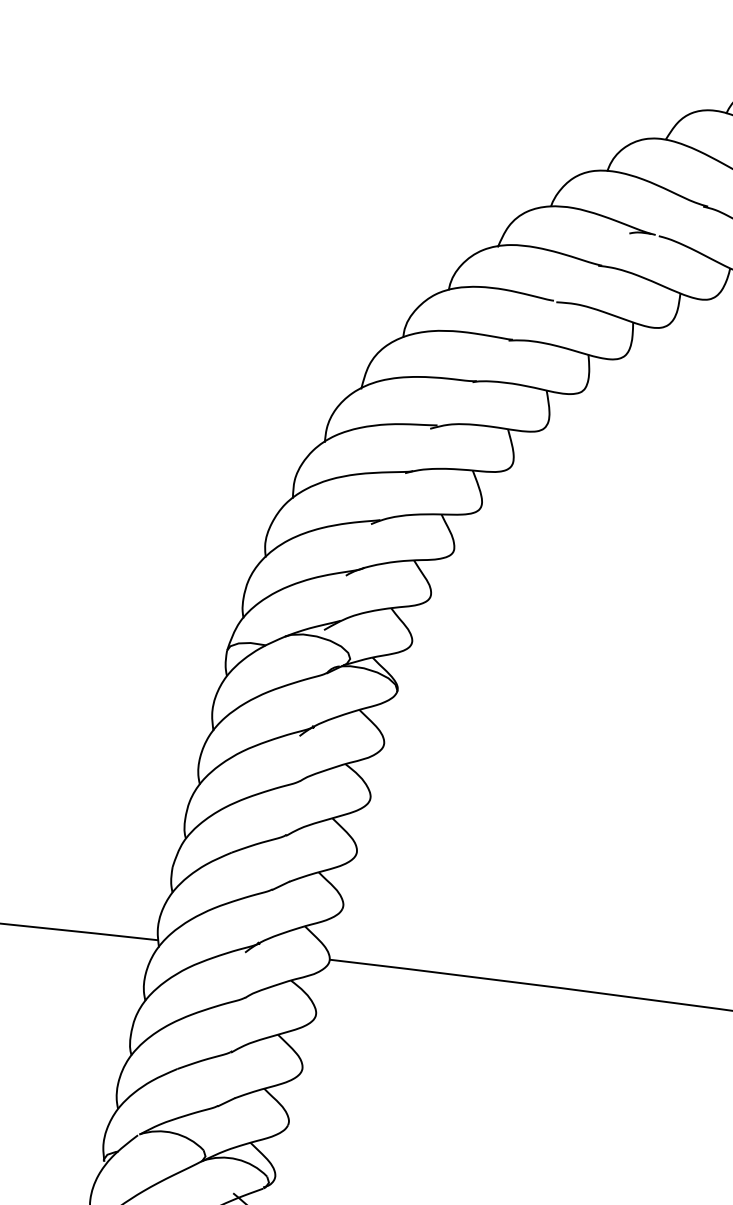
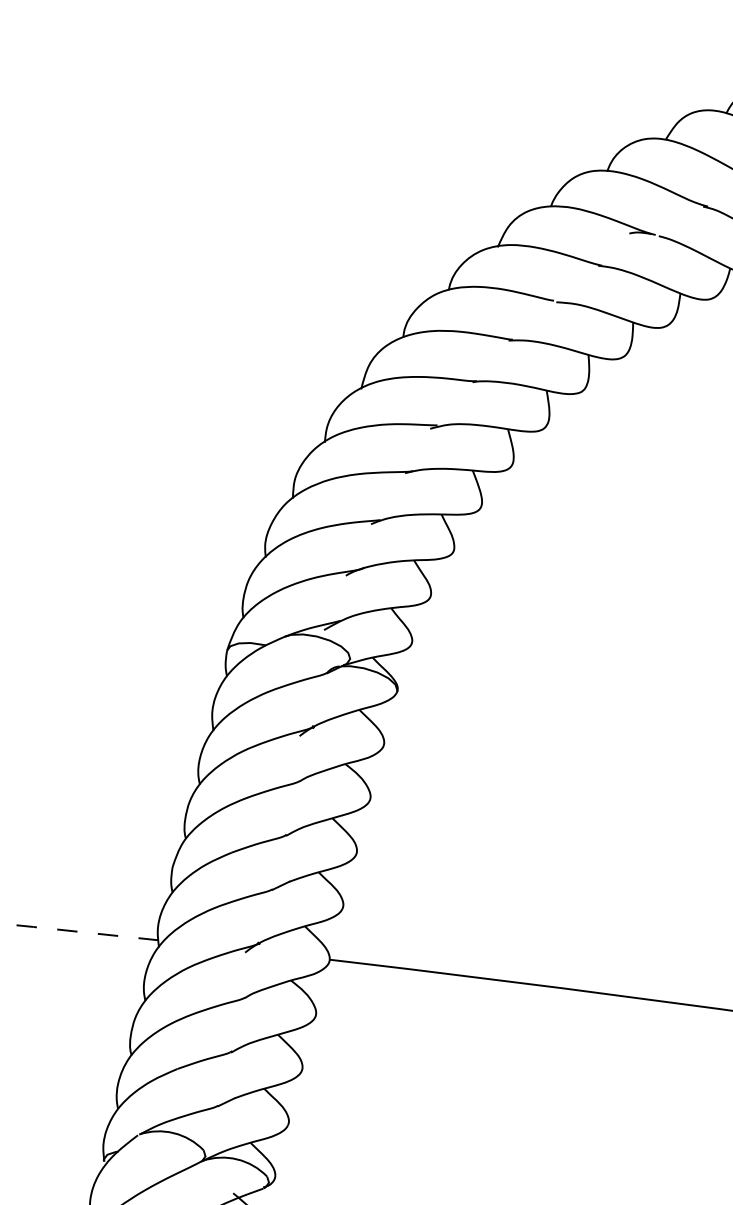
arc at (79, 931): solid -> dashed
